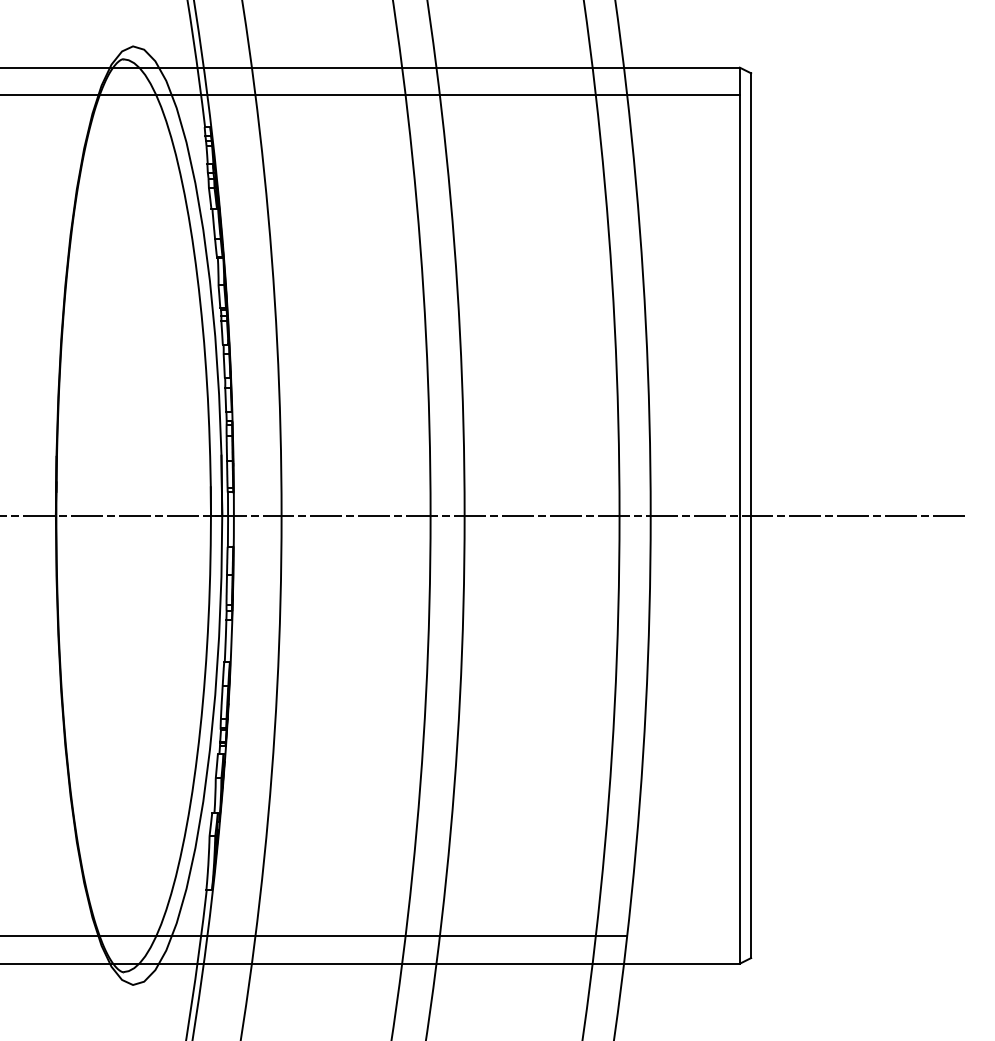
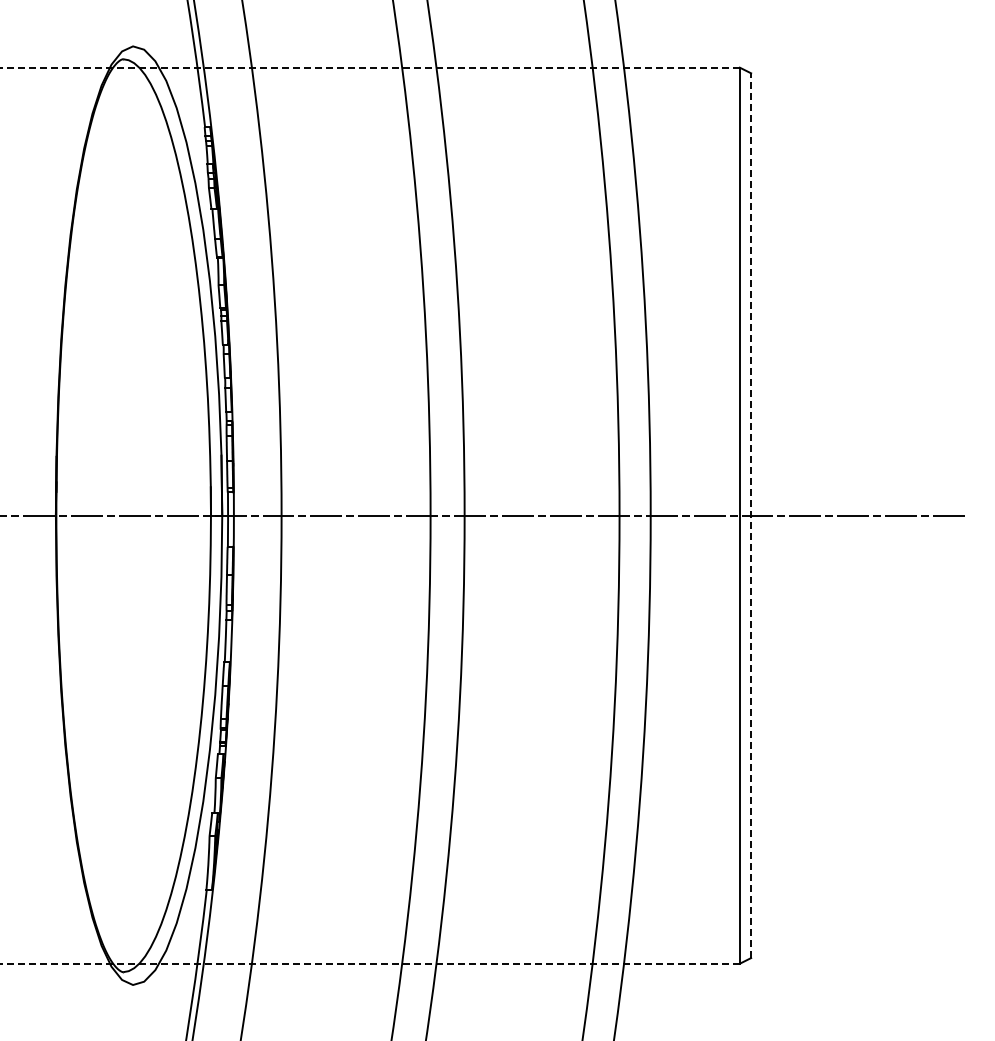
line at (369, 67): solid -> dashed
line at (370, 95): present -> none
line at (751, 515): solid -> dashed
line at (314, 936): present -> none
line at (370, 963): solid -> dashed
